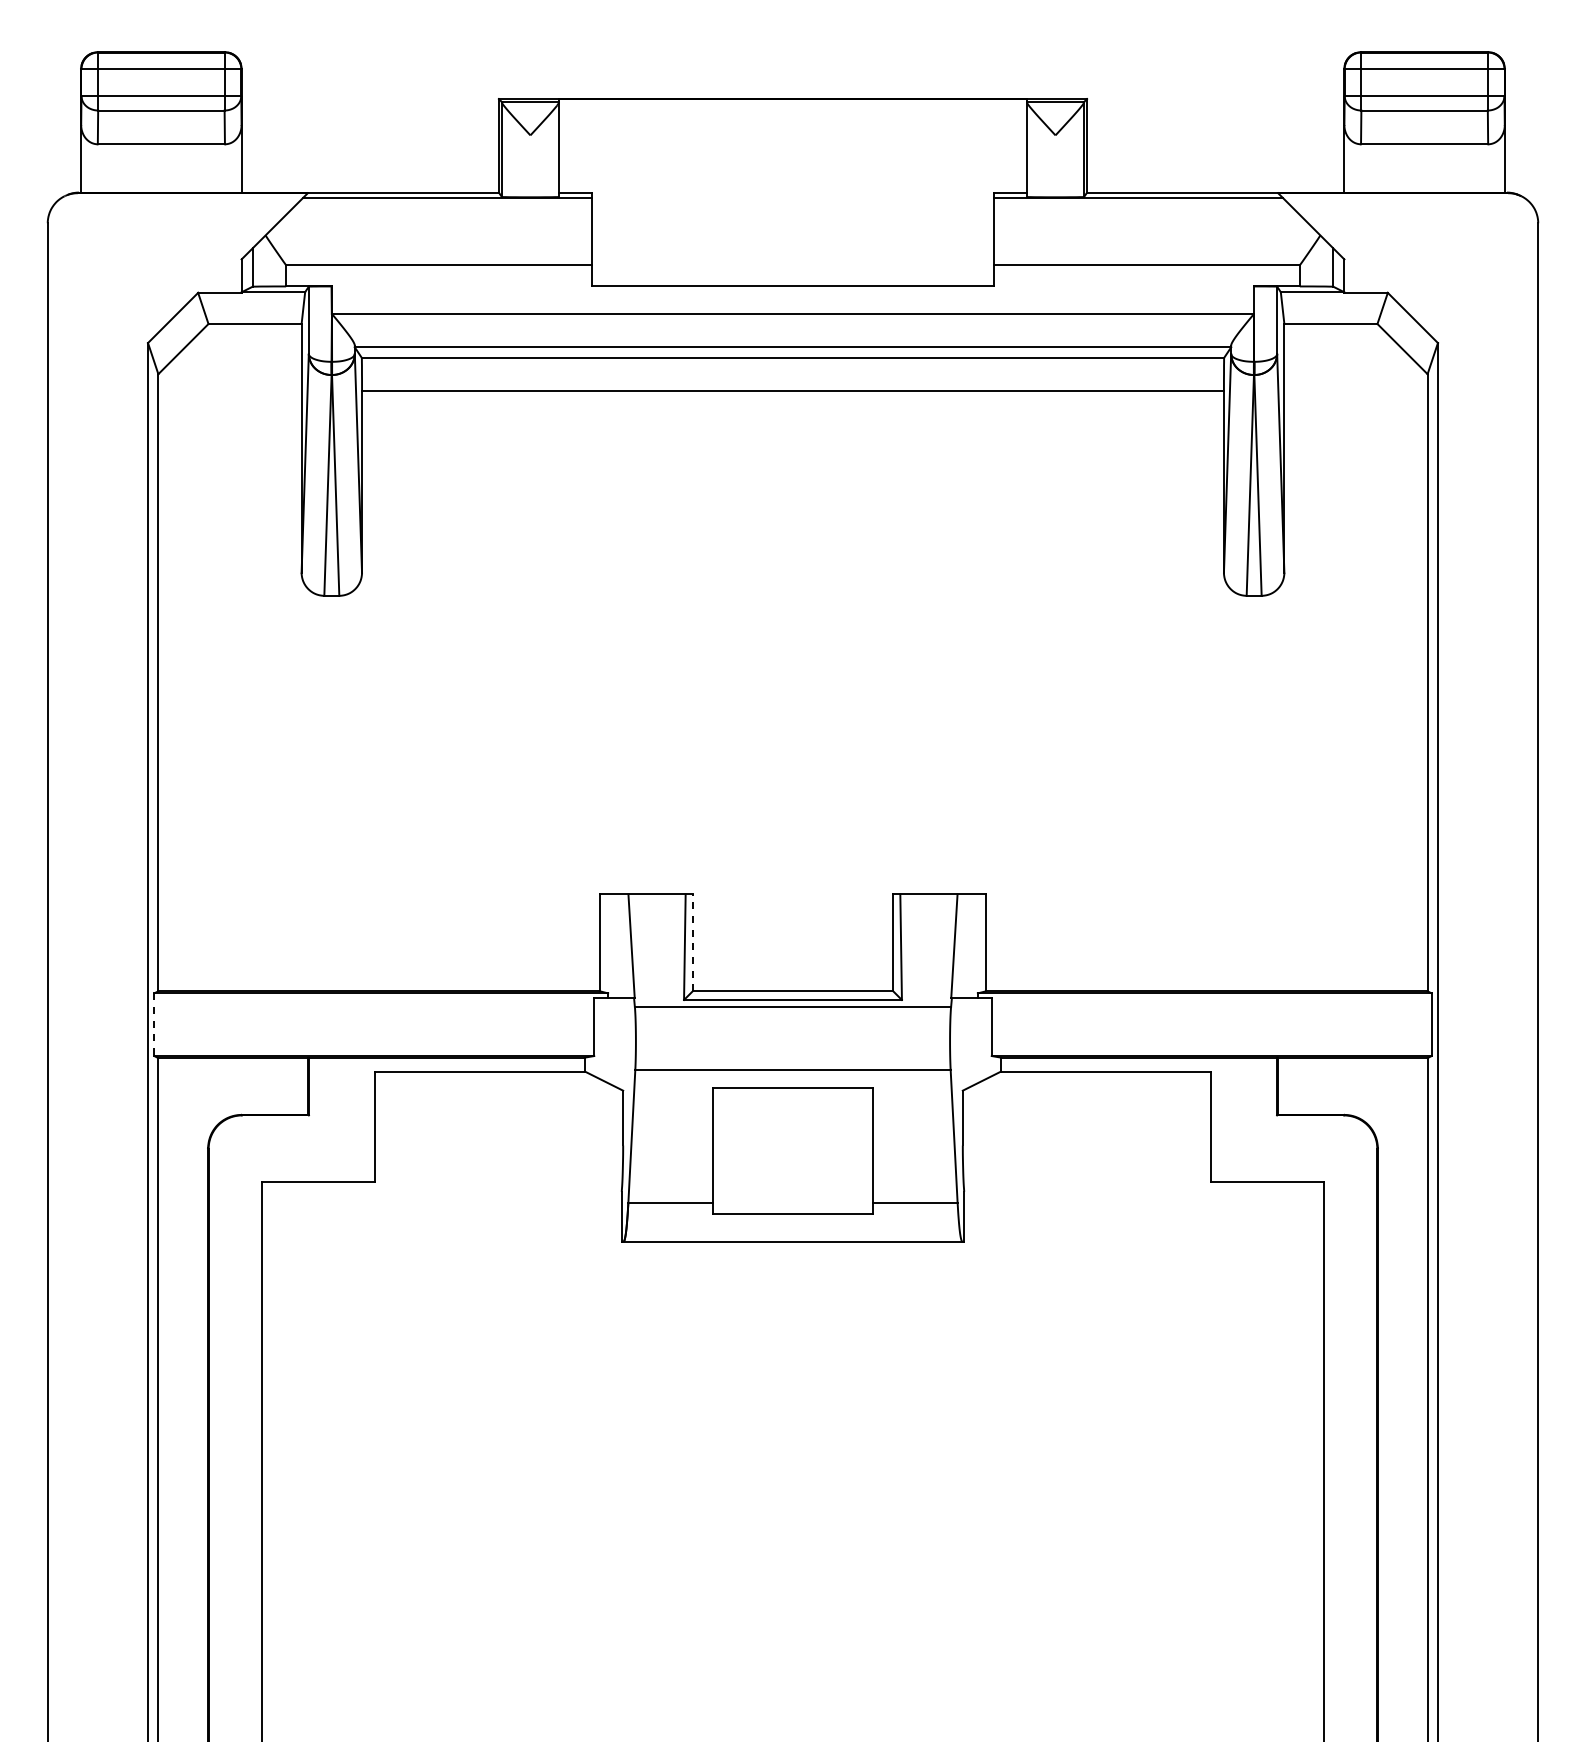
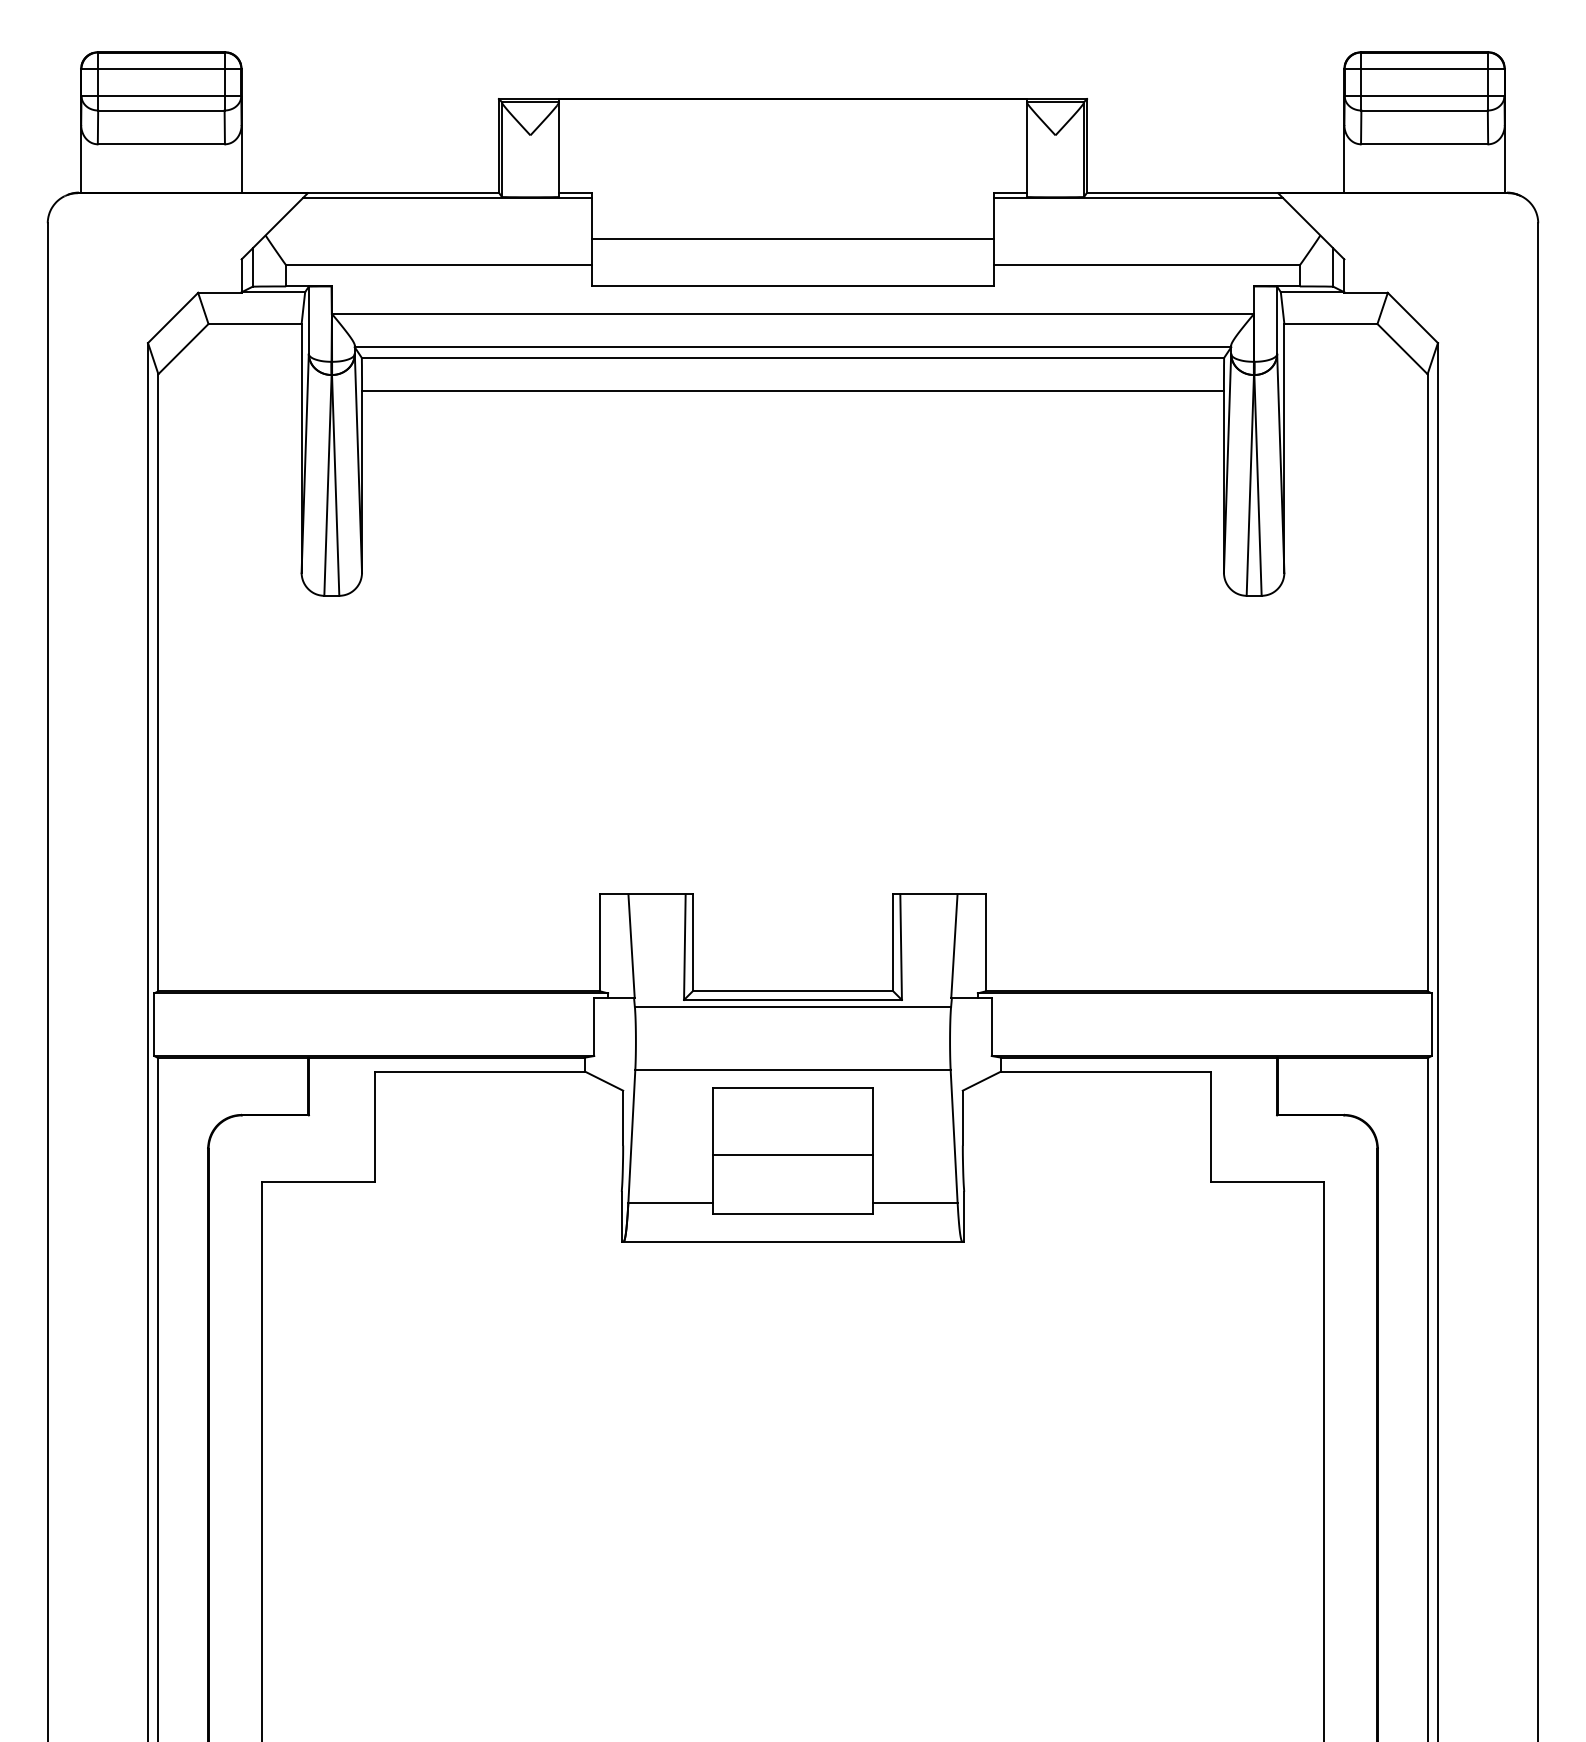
line at (792, 239): none -> present
line at (692, 942): dashed -> solid
line at (154, 1025): dashed -> solid
line at (792, 1155): none -> present
